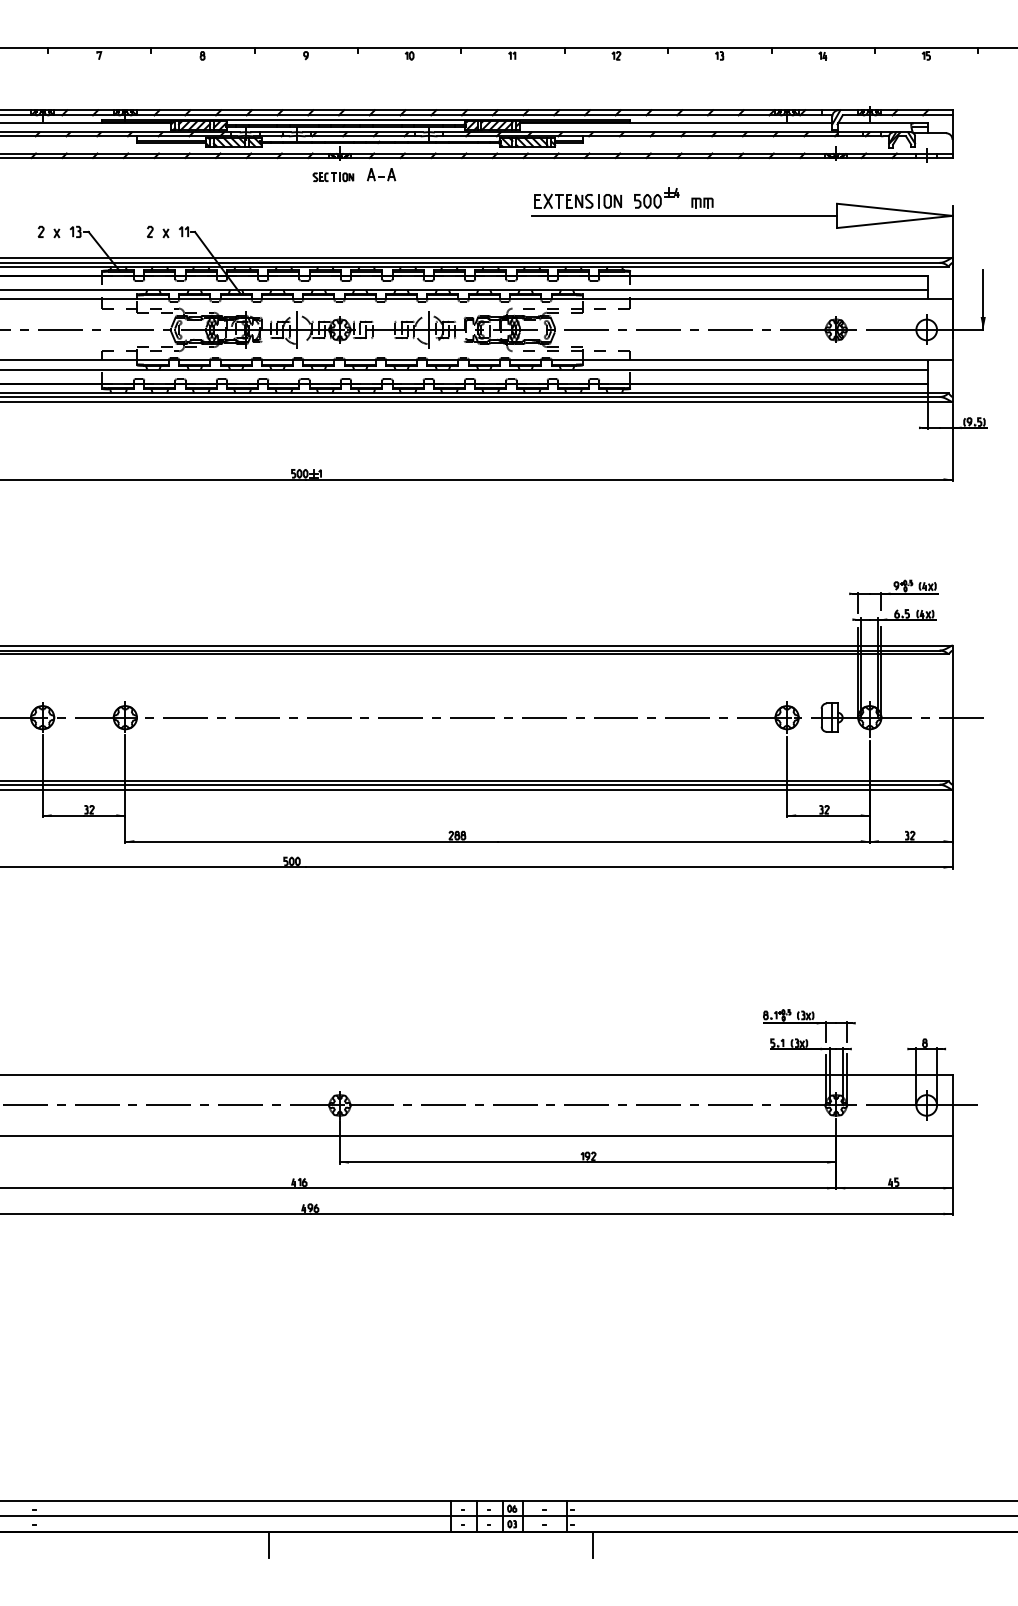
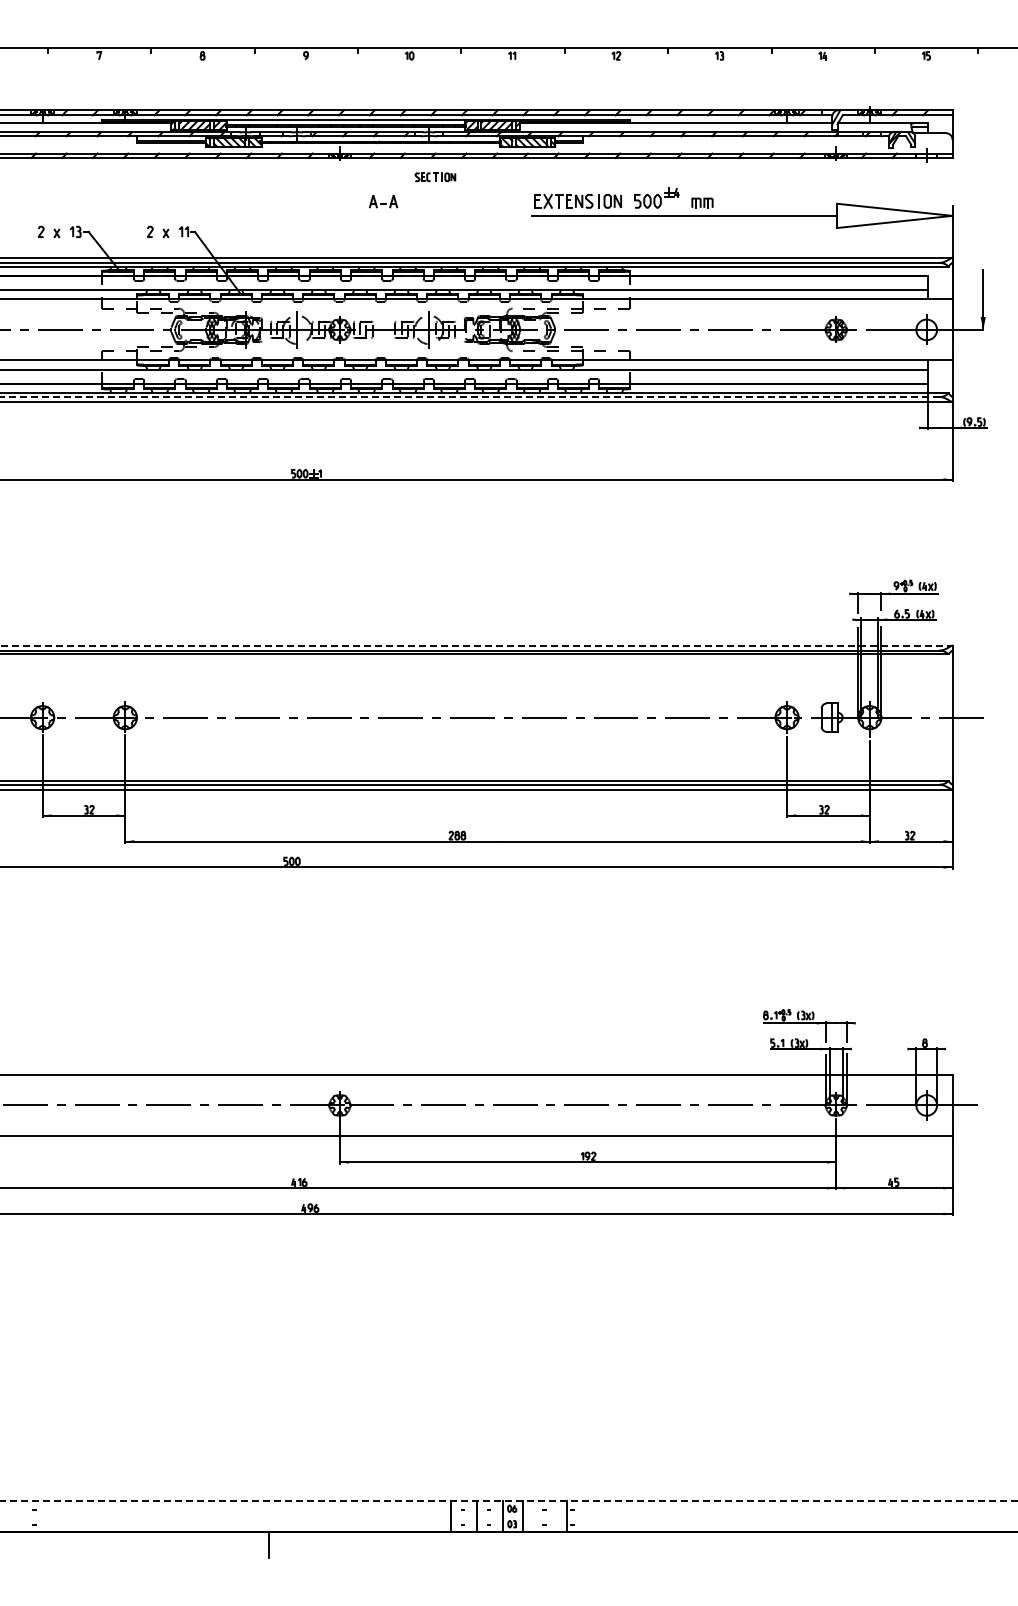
part at (381, 174) position: (381, 174) -> (383, 201)
part at (333, 177) position: (333, 177) -> (435, 177)
line at (469, 397): solid -> dashed
line at (476, 645): solid -> dashed
line at (509, 1500): solid -> dashed
line at (508, 1516): present -> none
line at (593, 1544): present -> none
